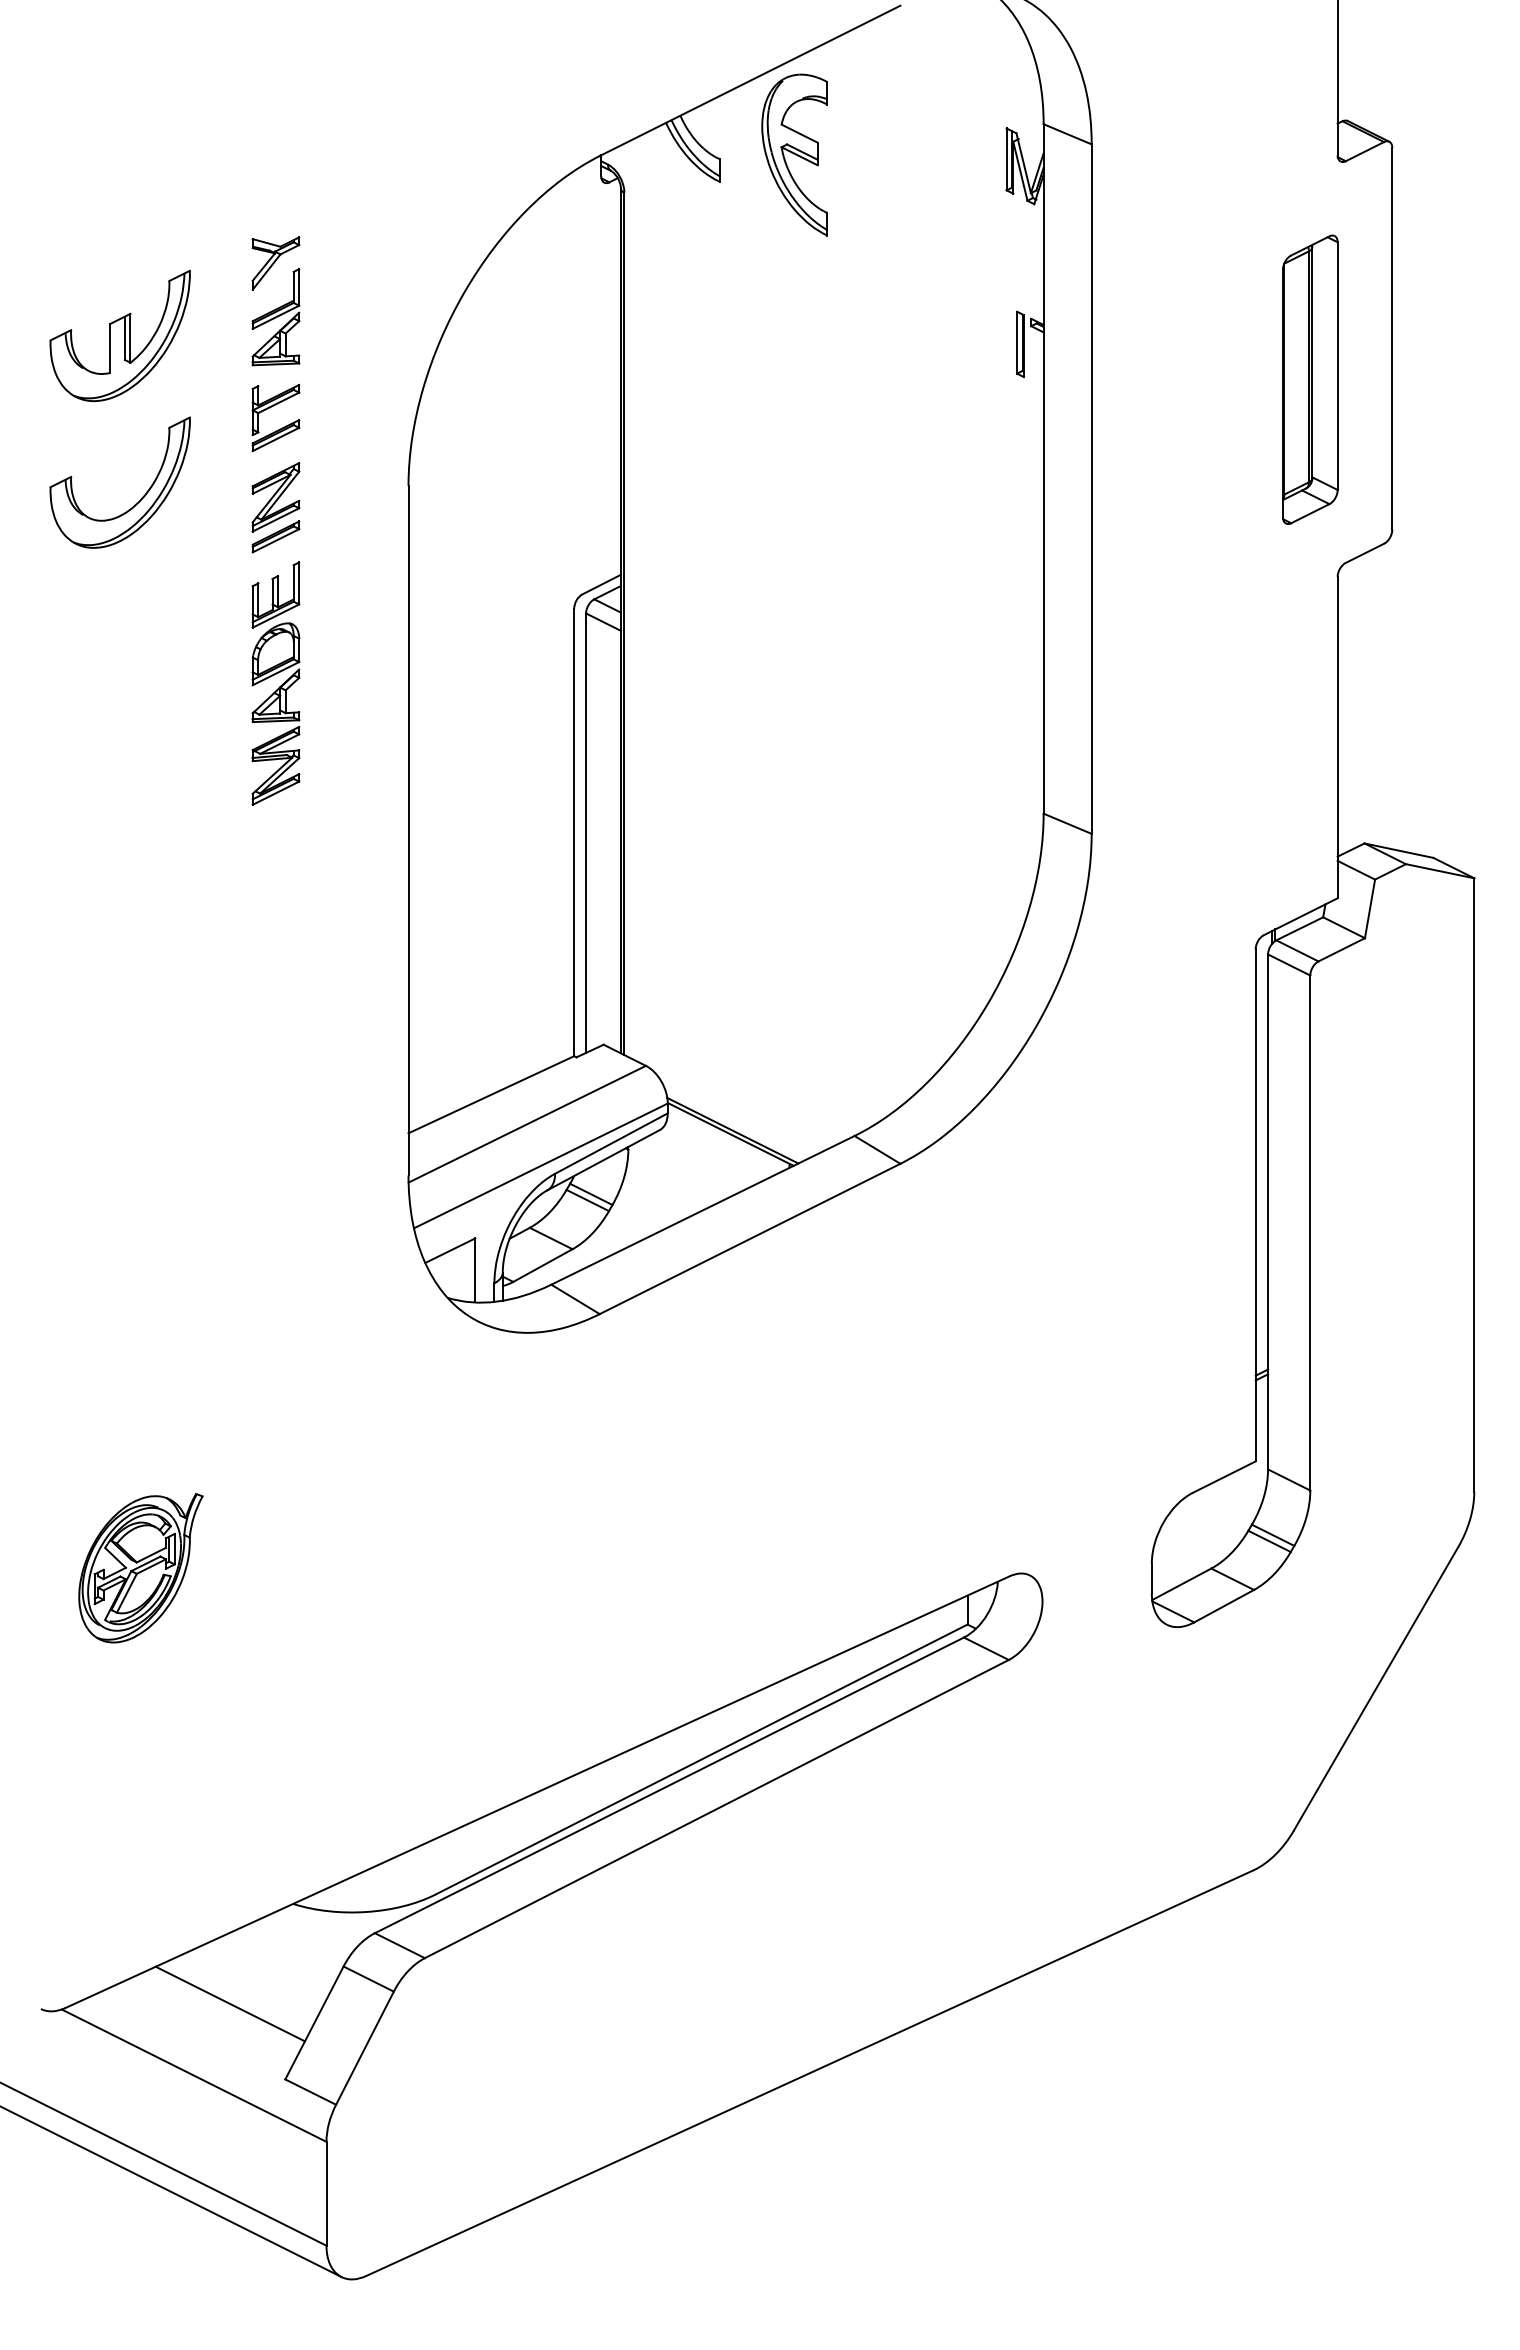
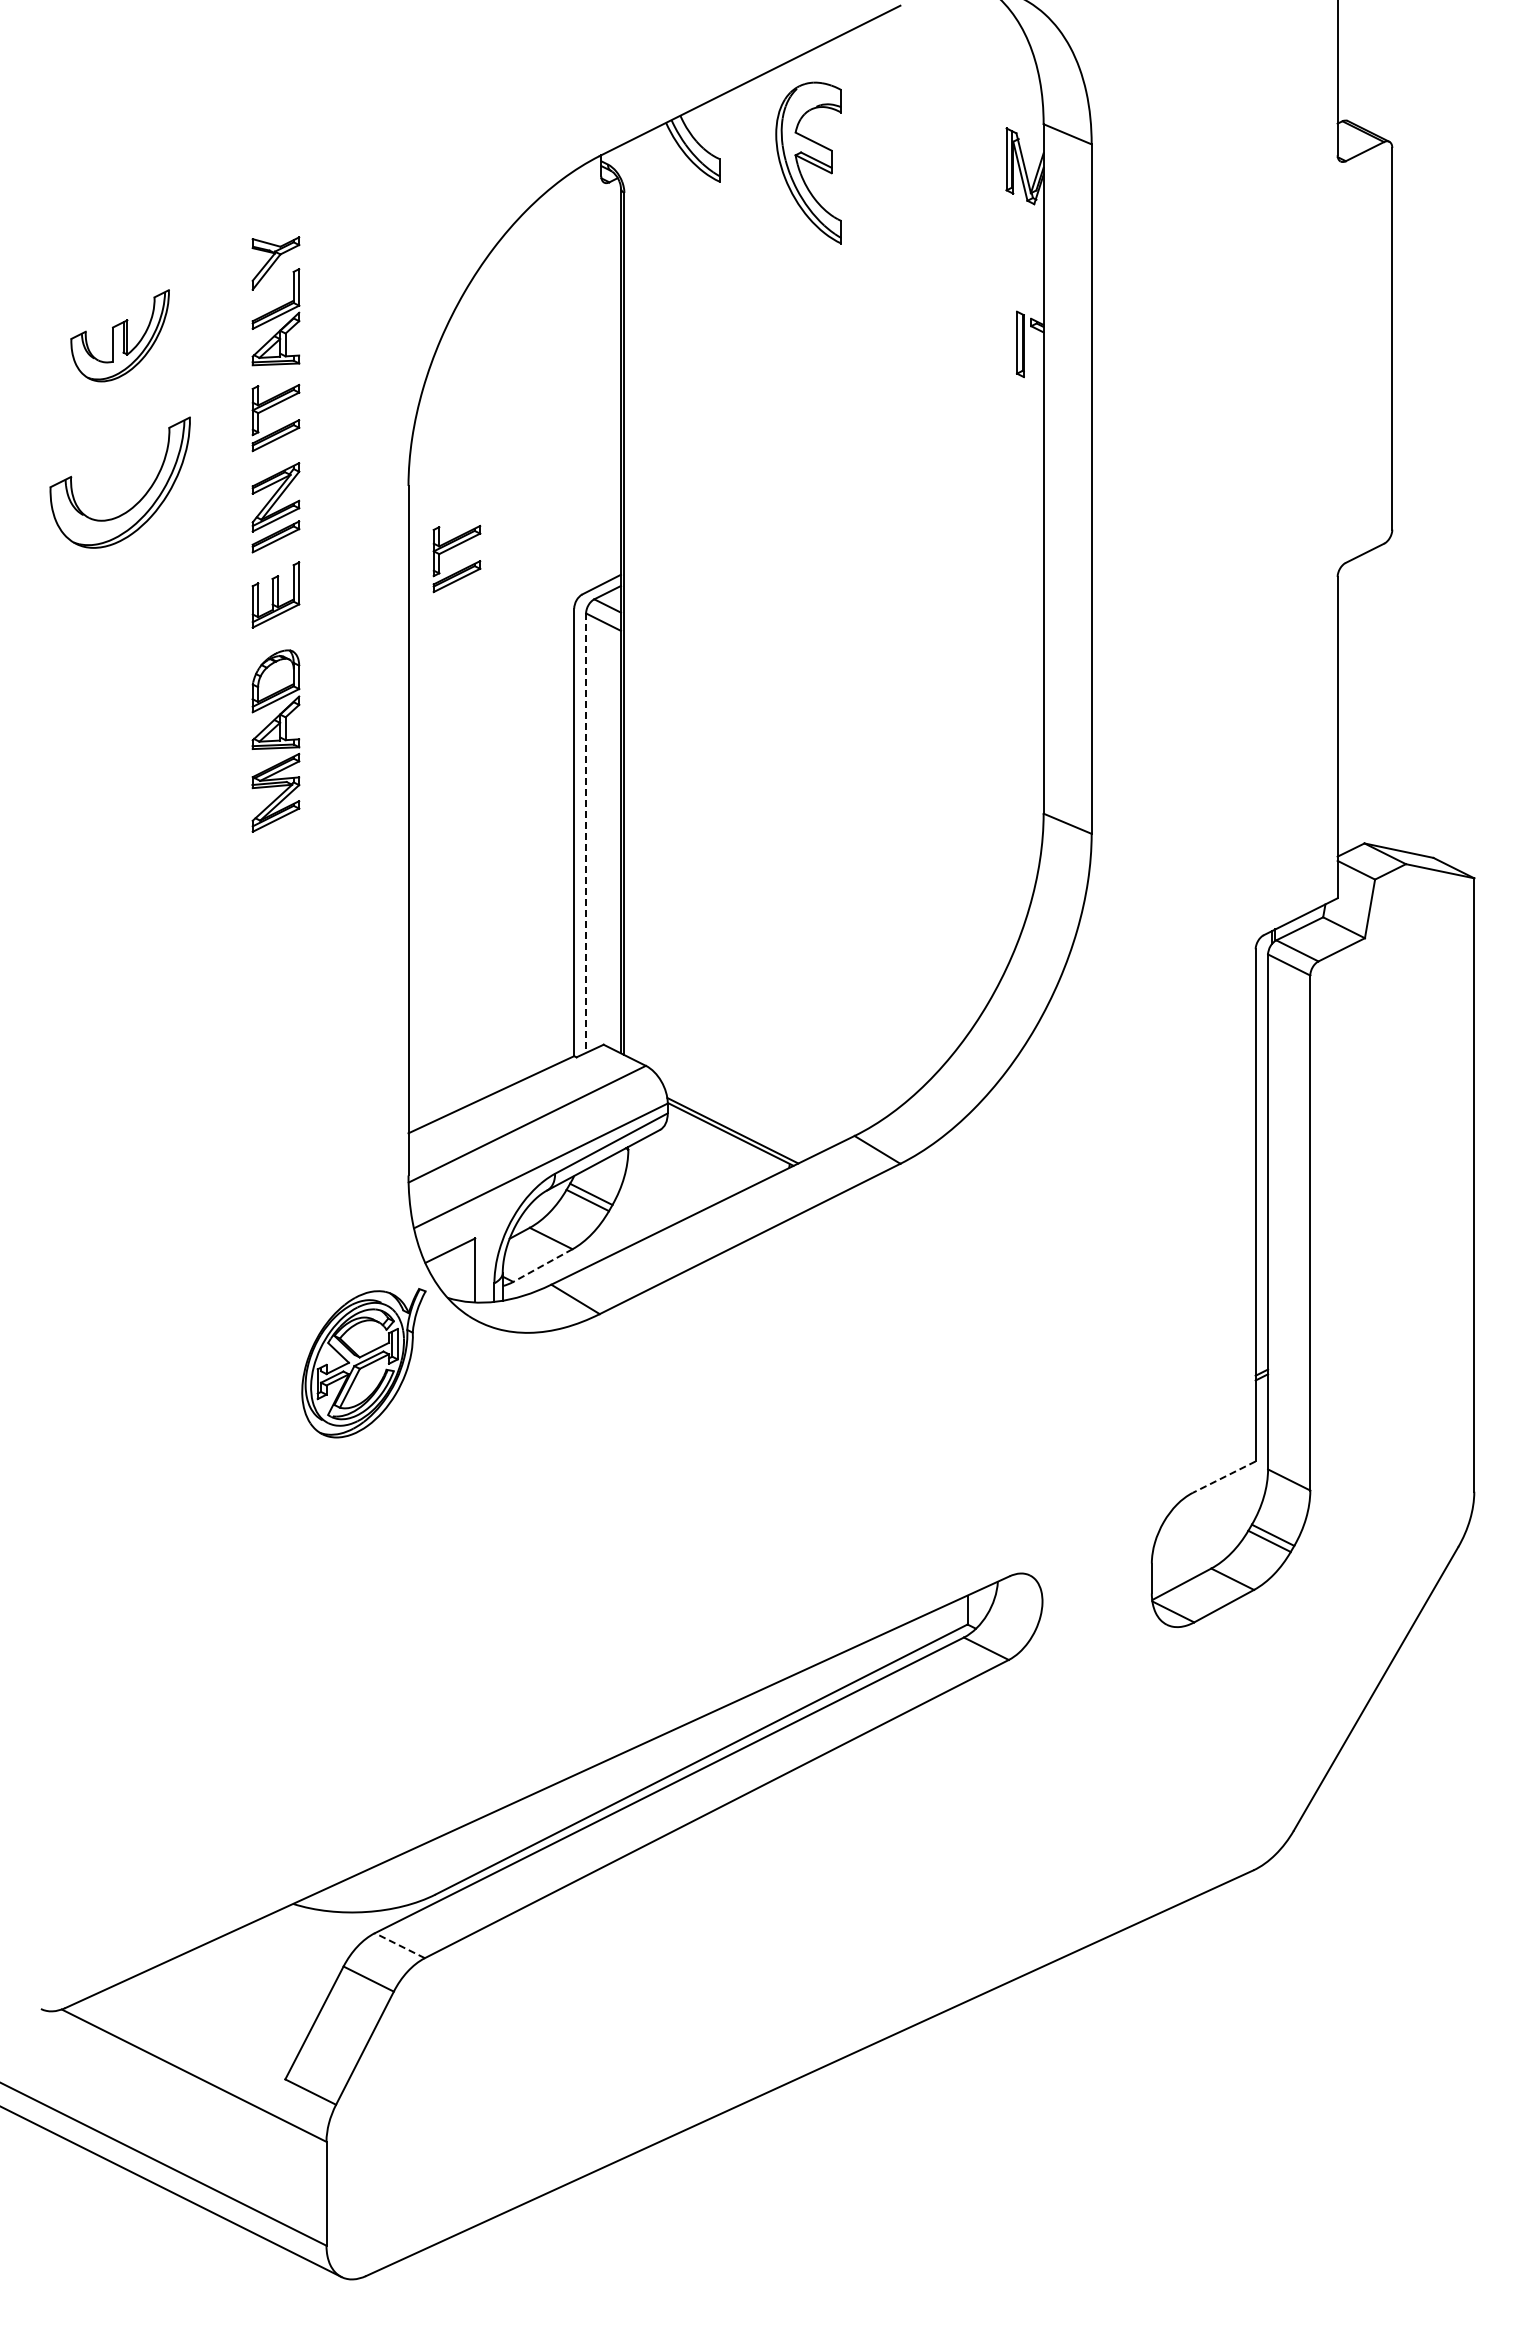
part at (794, 154) position: (794, 154) -> (808, 162)
part at (119, 335) size: 142x133 px -> 100x94 px
part at (1310, 379): present -> none
part at (452, 548): none -> present
part at (275, 713) position: (275, 713) -> (275, 740)
line at (586, 833): solid -> dashed
line at (542, 1265): solid -> dashed
line at (1223, 1477): solid -> dashed
part at (140, 1568) position: (140, 1568) -> (363, 1363)
line at (399, 1945): solid -> dashed
line at (229, 2003): present -> none
